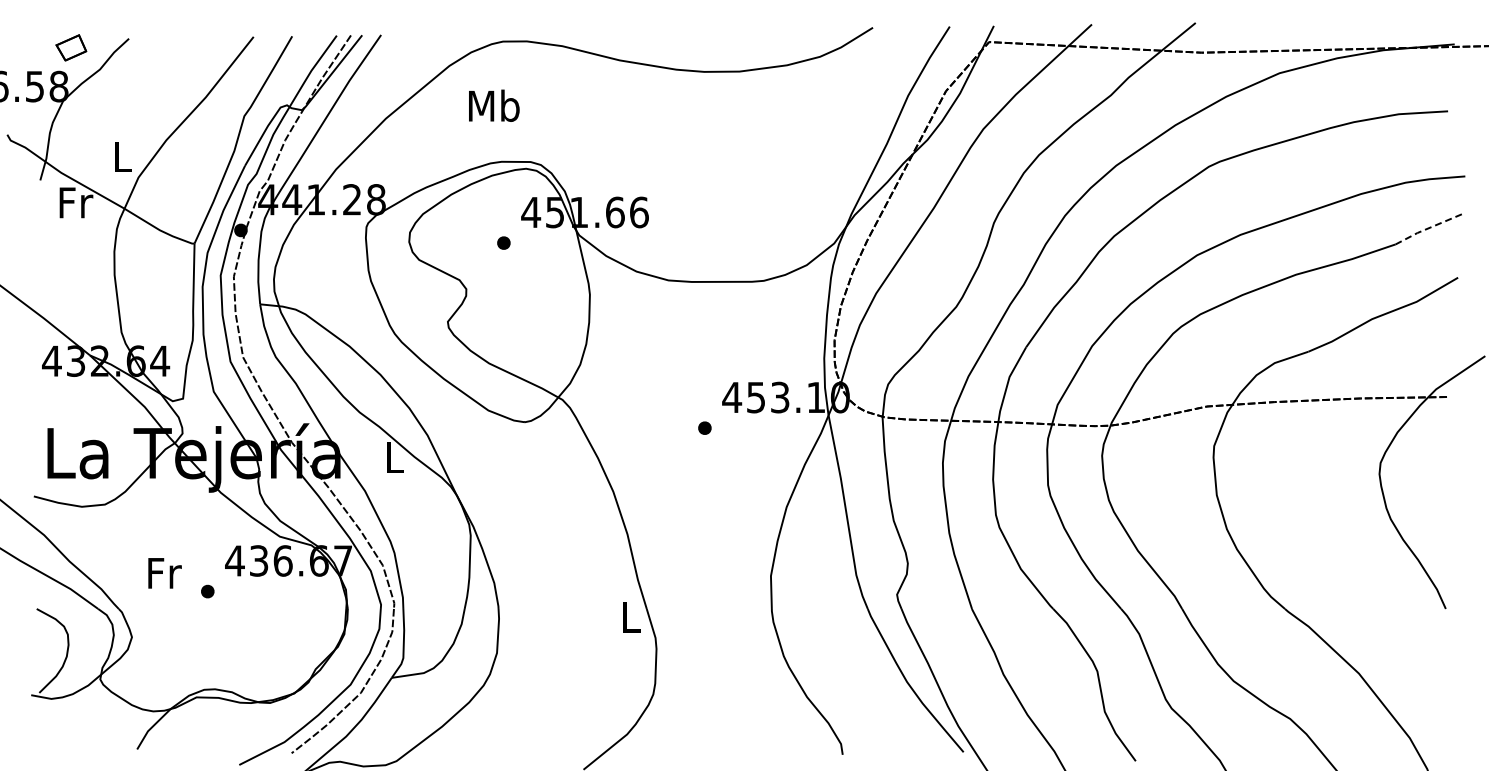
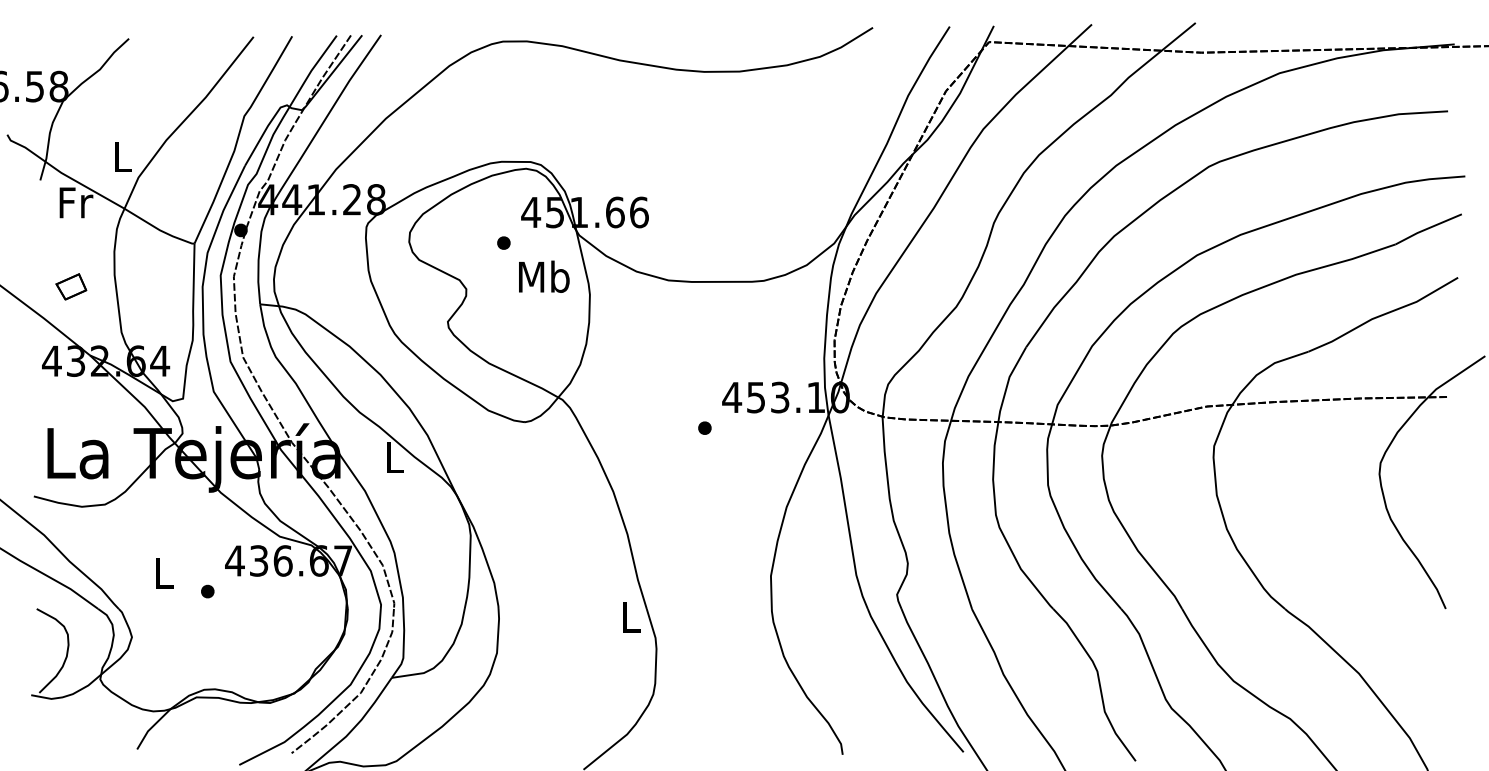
part at (71, 47) position: (71, 47) -> (71, 286)
text at (494, 105) position: (494, 105) -> (544, 276)
line at (1427, 228): dashed -> solid
text at (164, 573): Fr -> L
